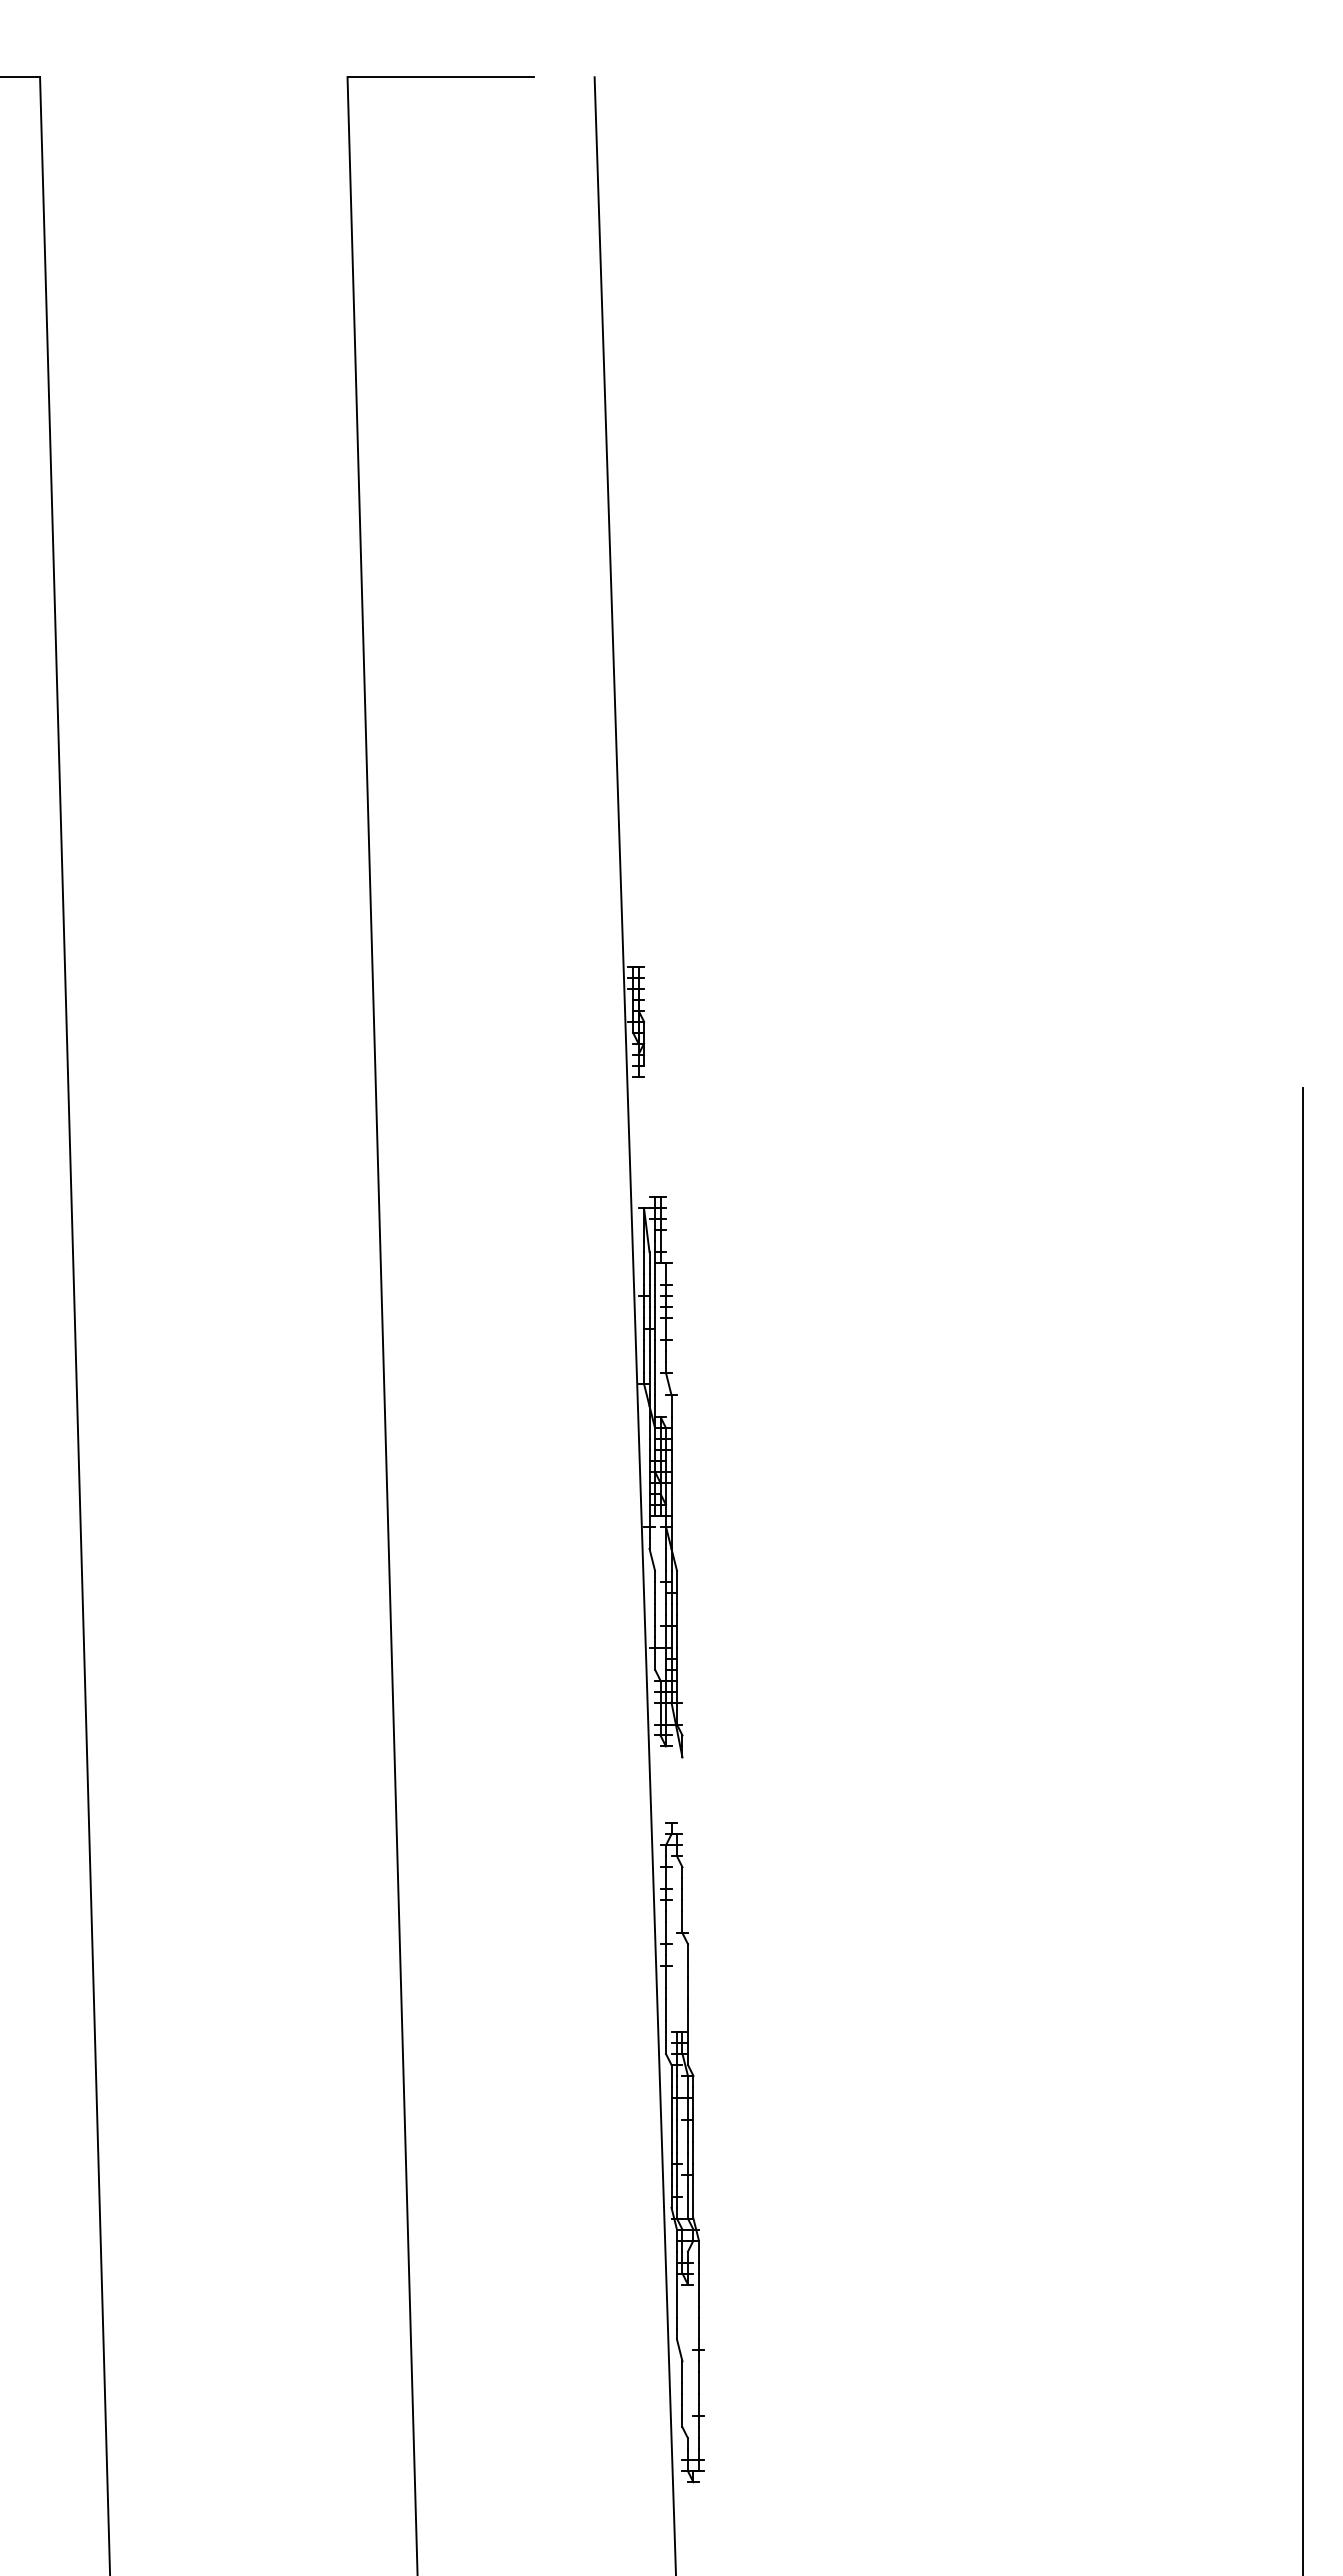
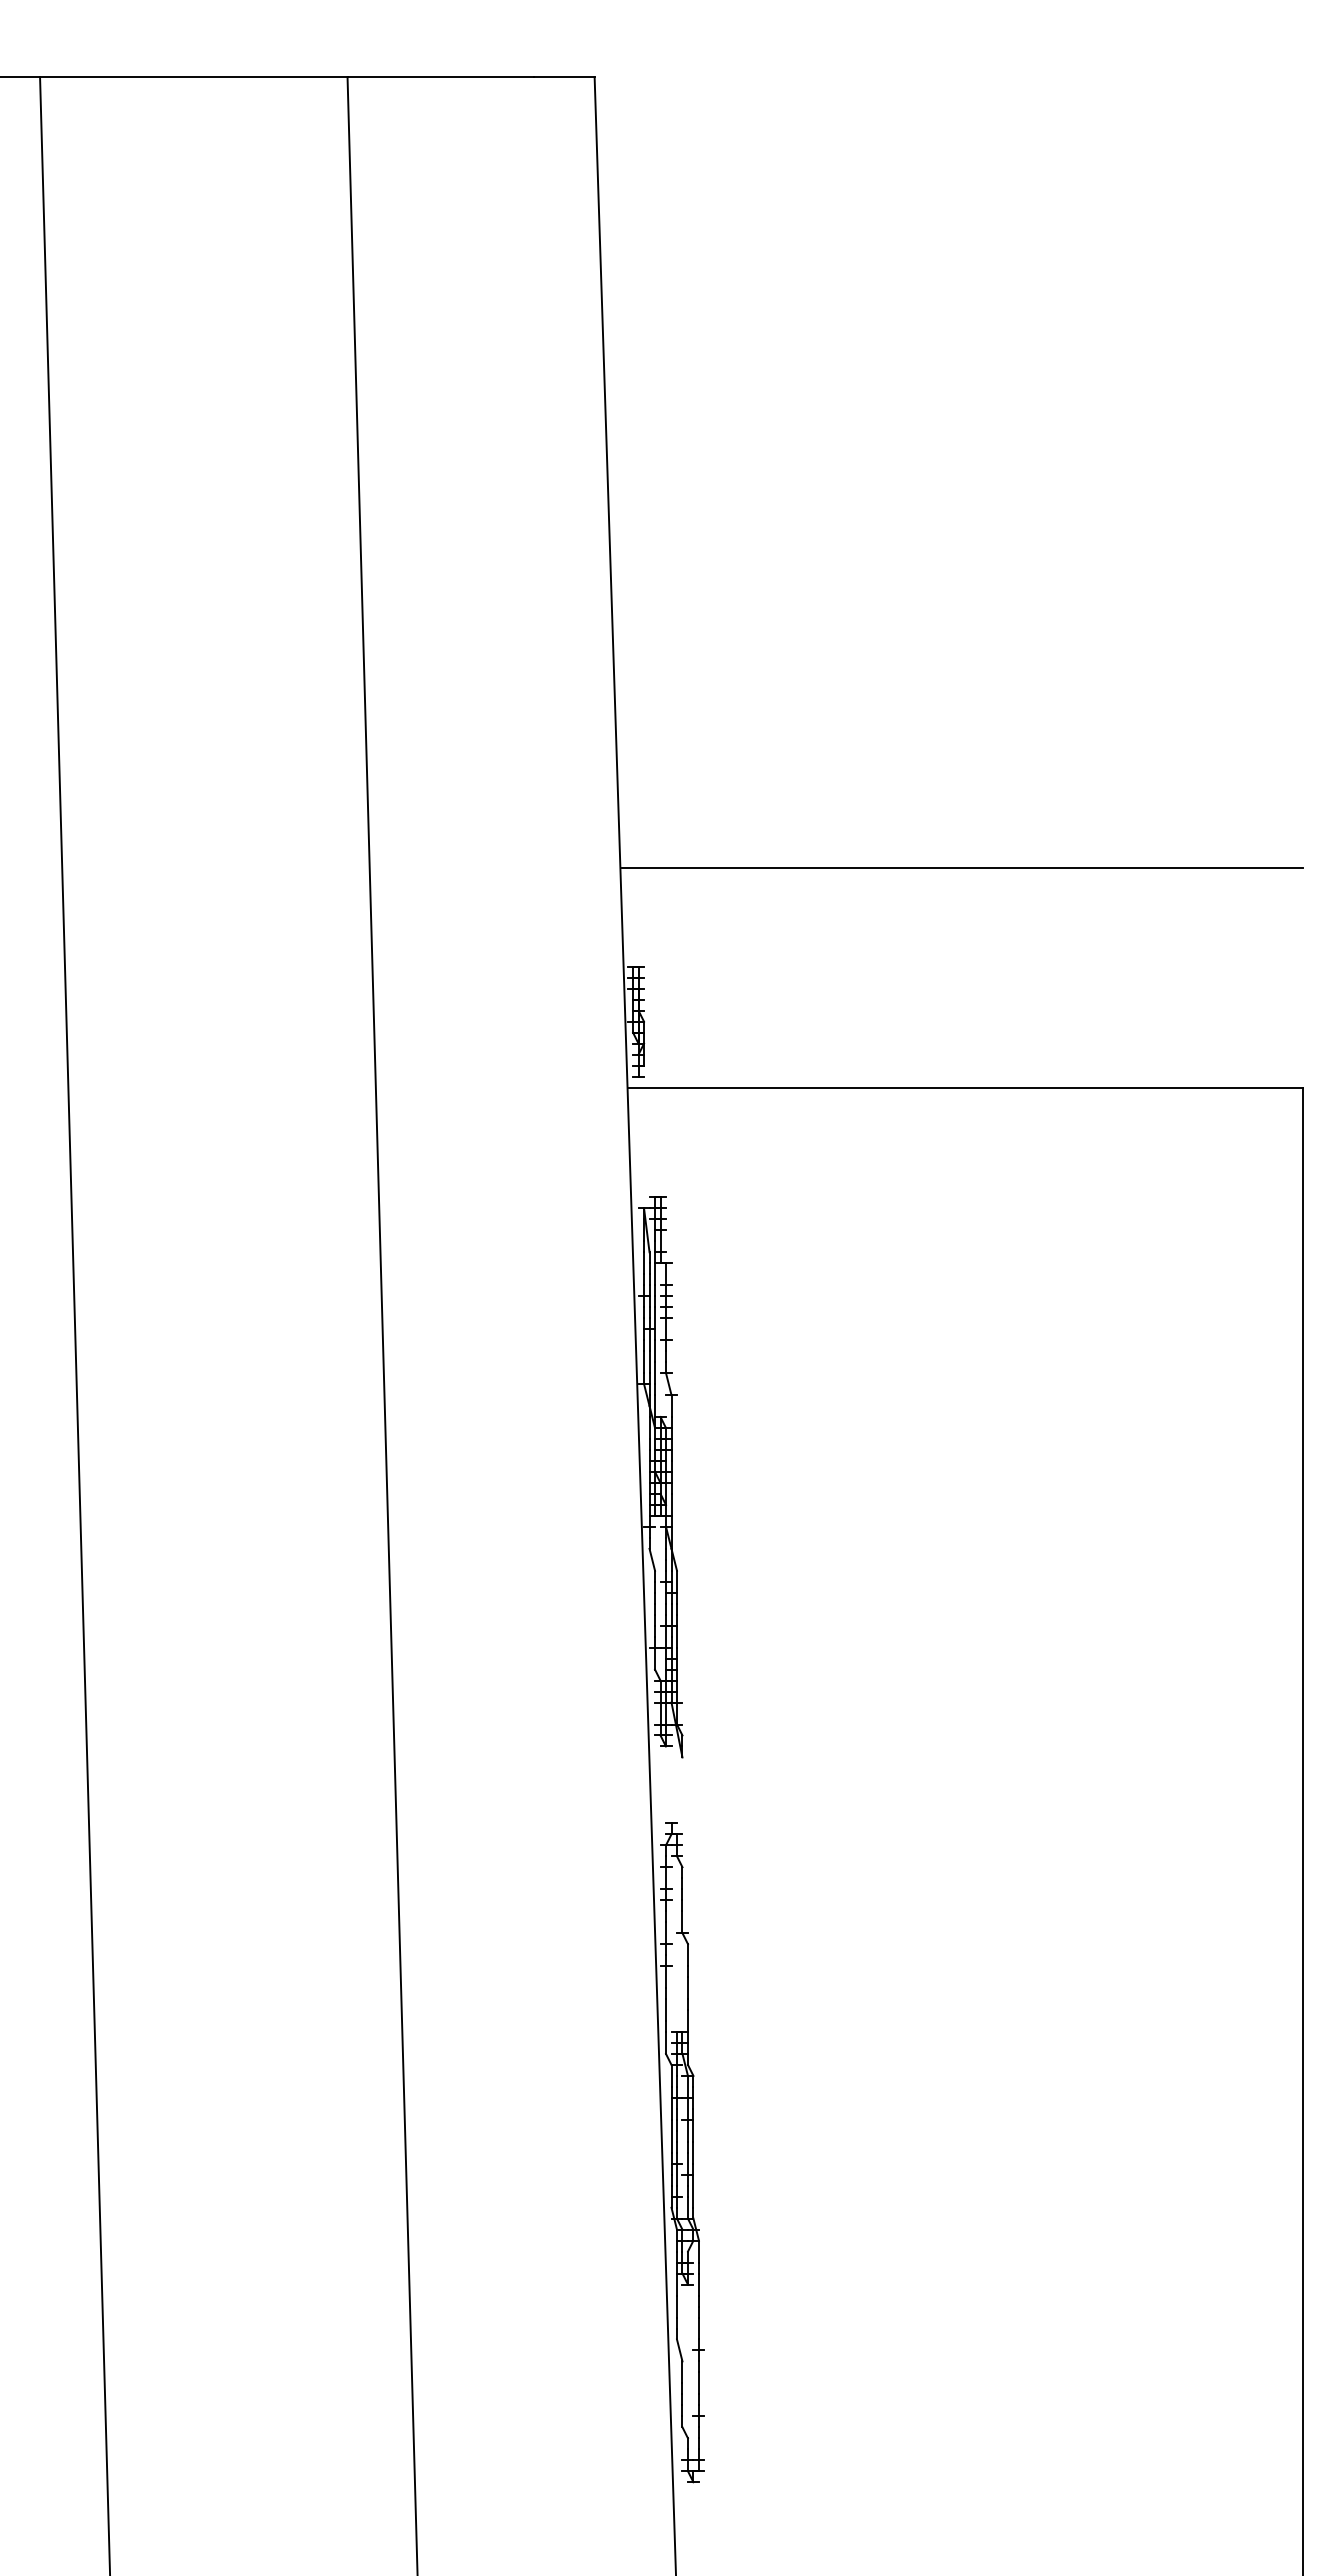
line at (193, 77): none -> present
line at (564, 77): none -> present
line at (962, 867): none -> present
line at (964, 1087): none -> present
